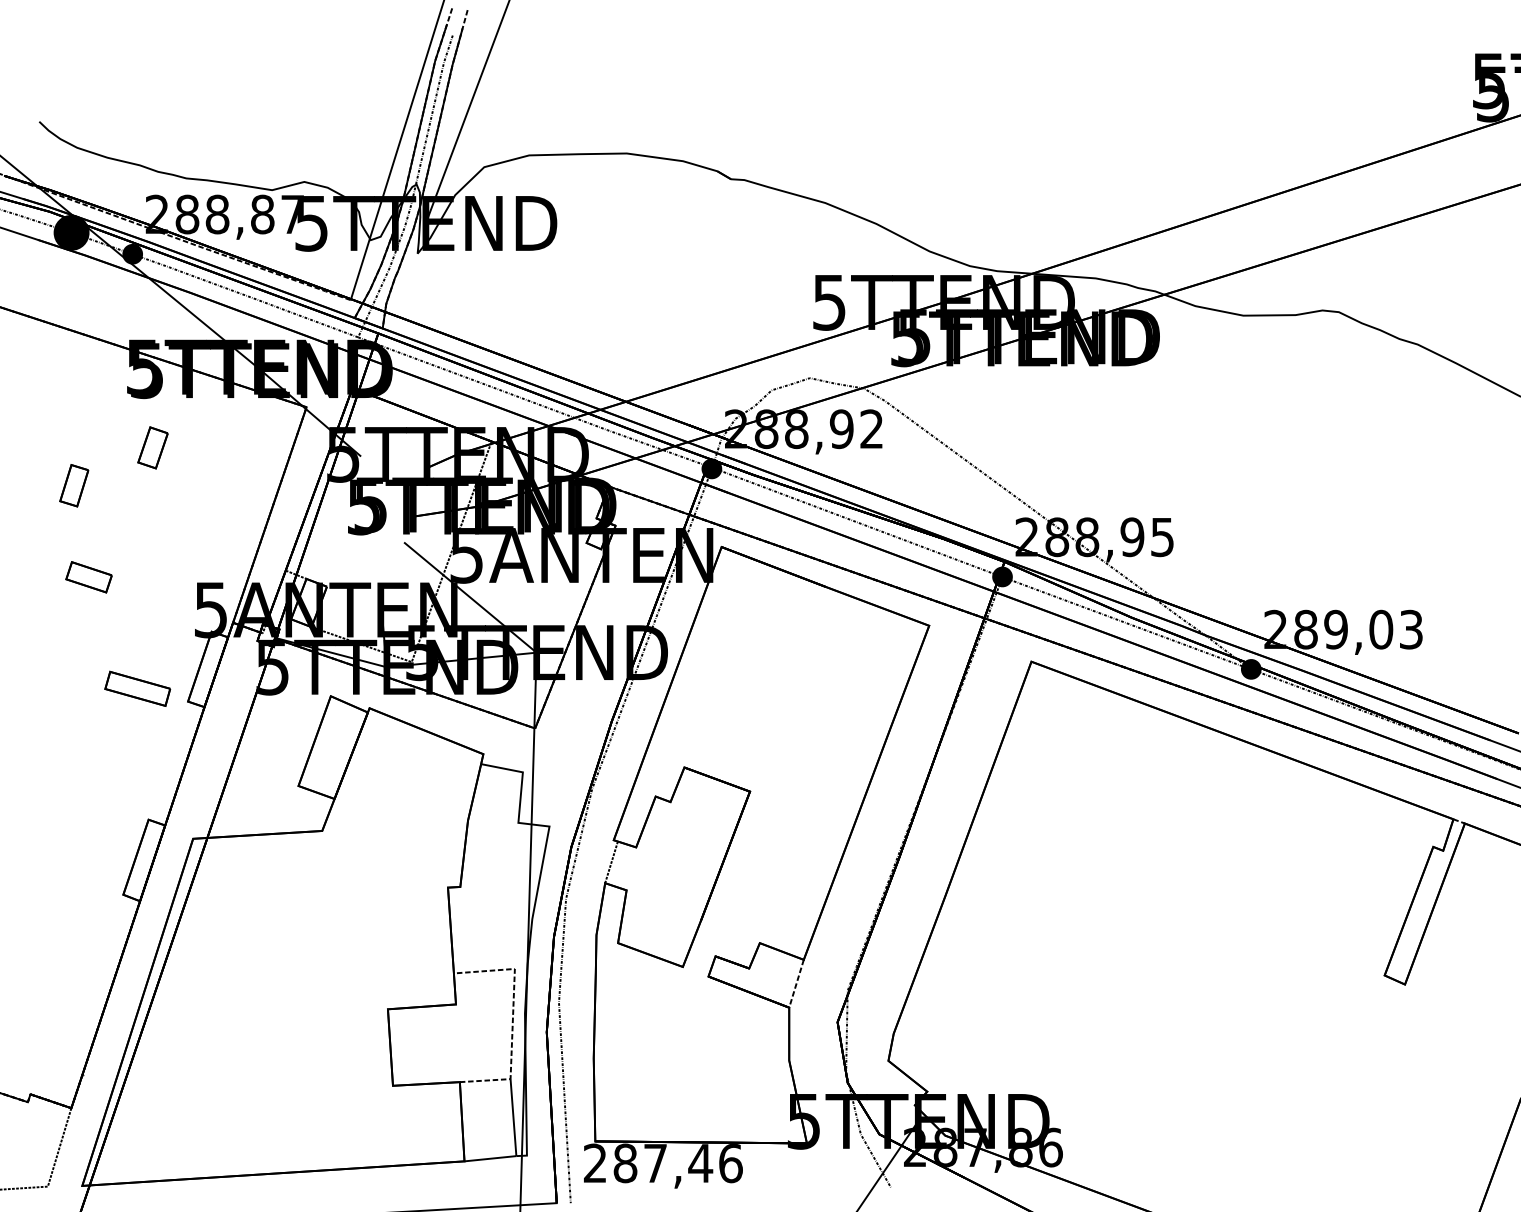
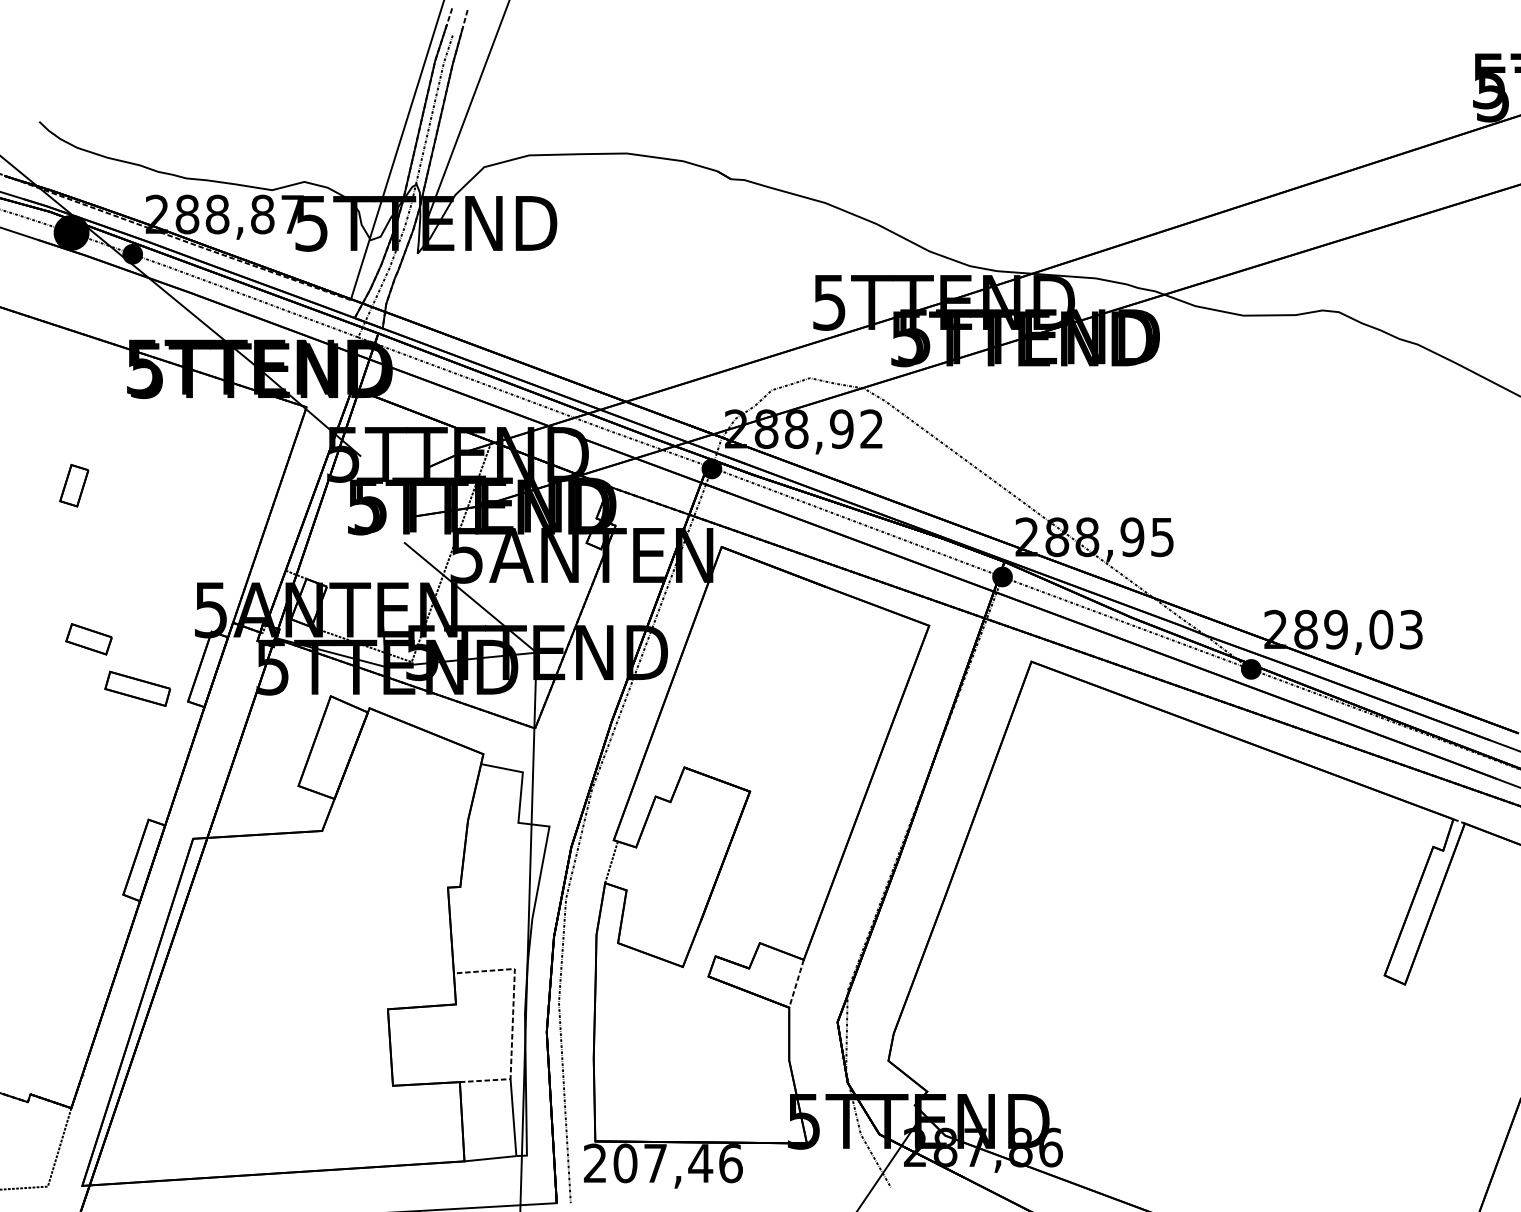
part at (152, 447): present -> none
part at (88, 577) position: (88, 577) -> (88, 639)
text at (625, 1163): 287,46 -> 207,46
